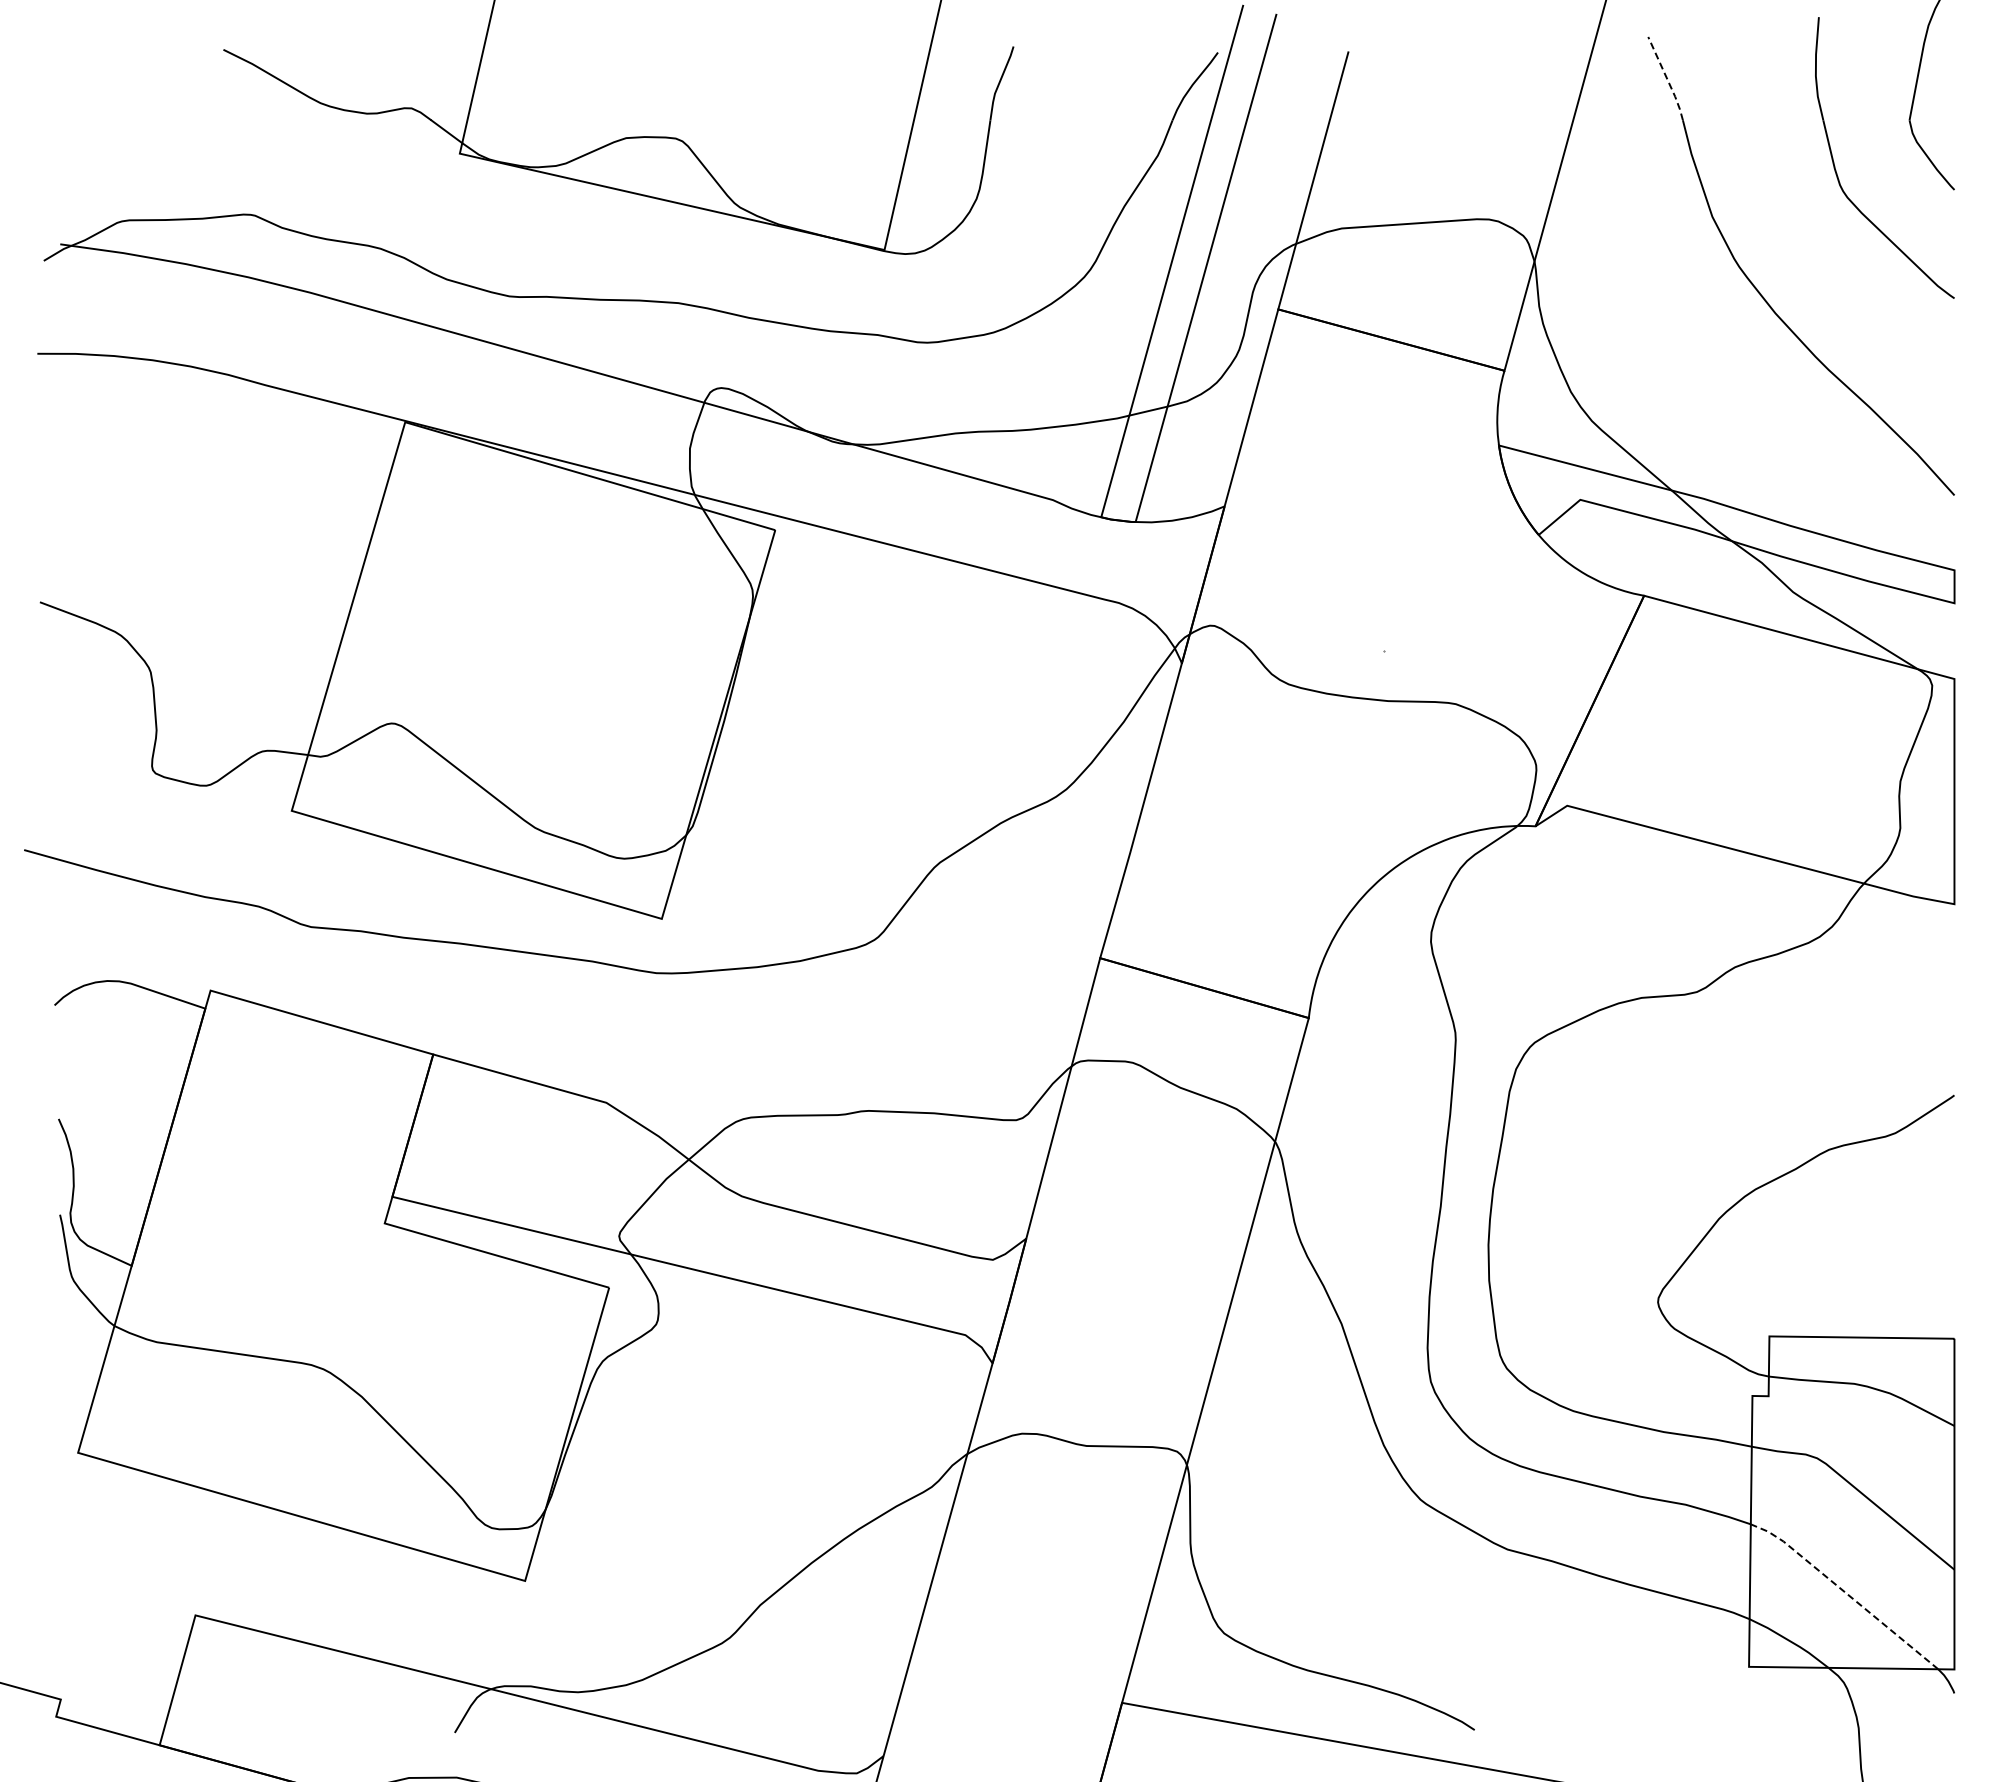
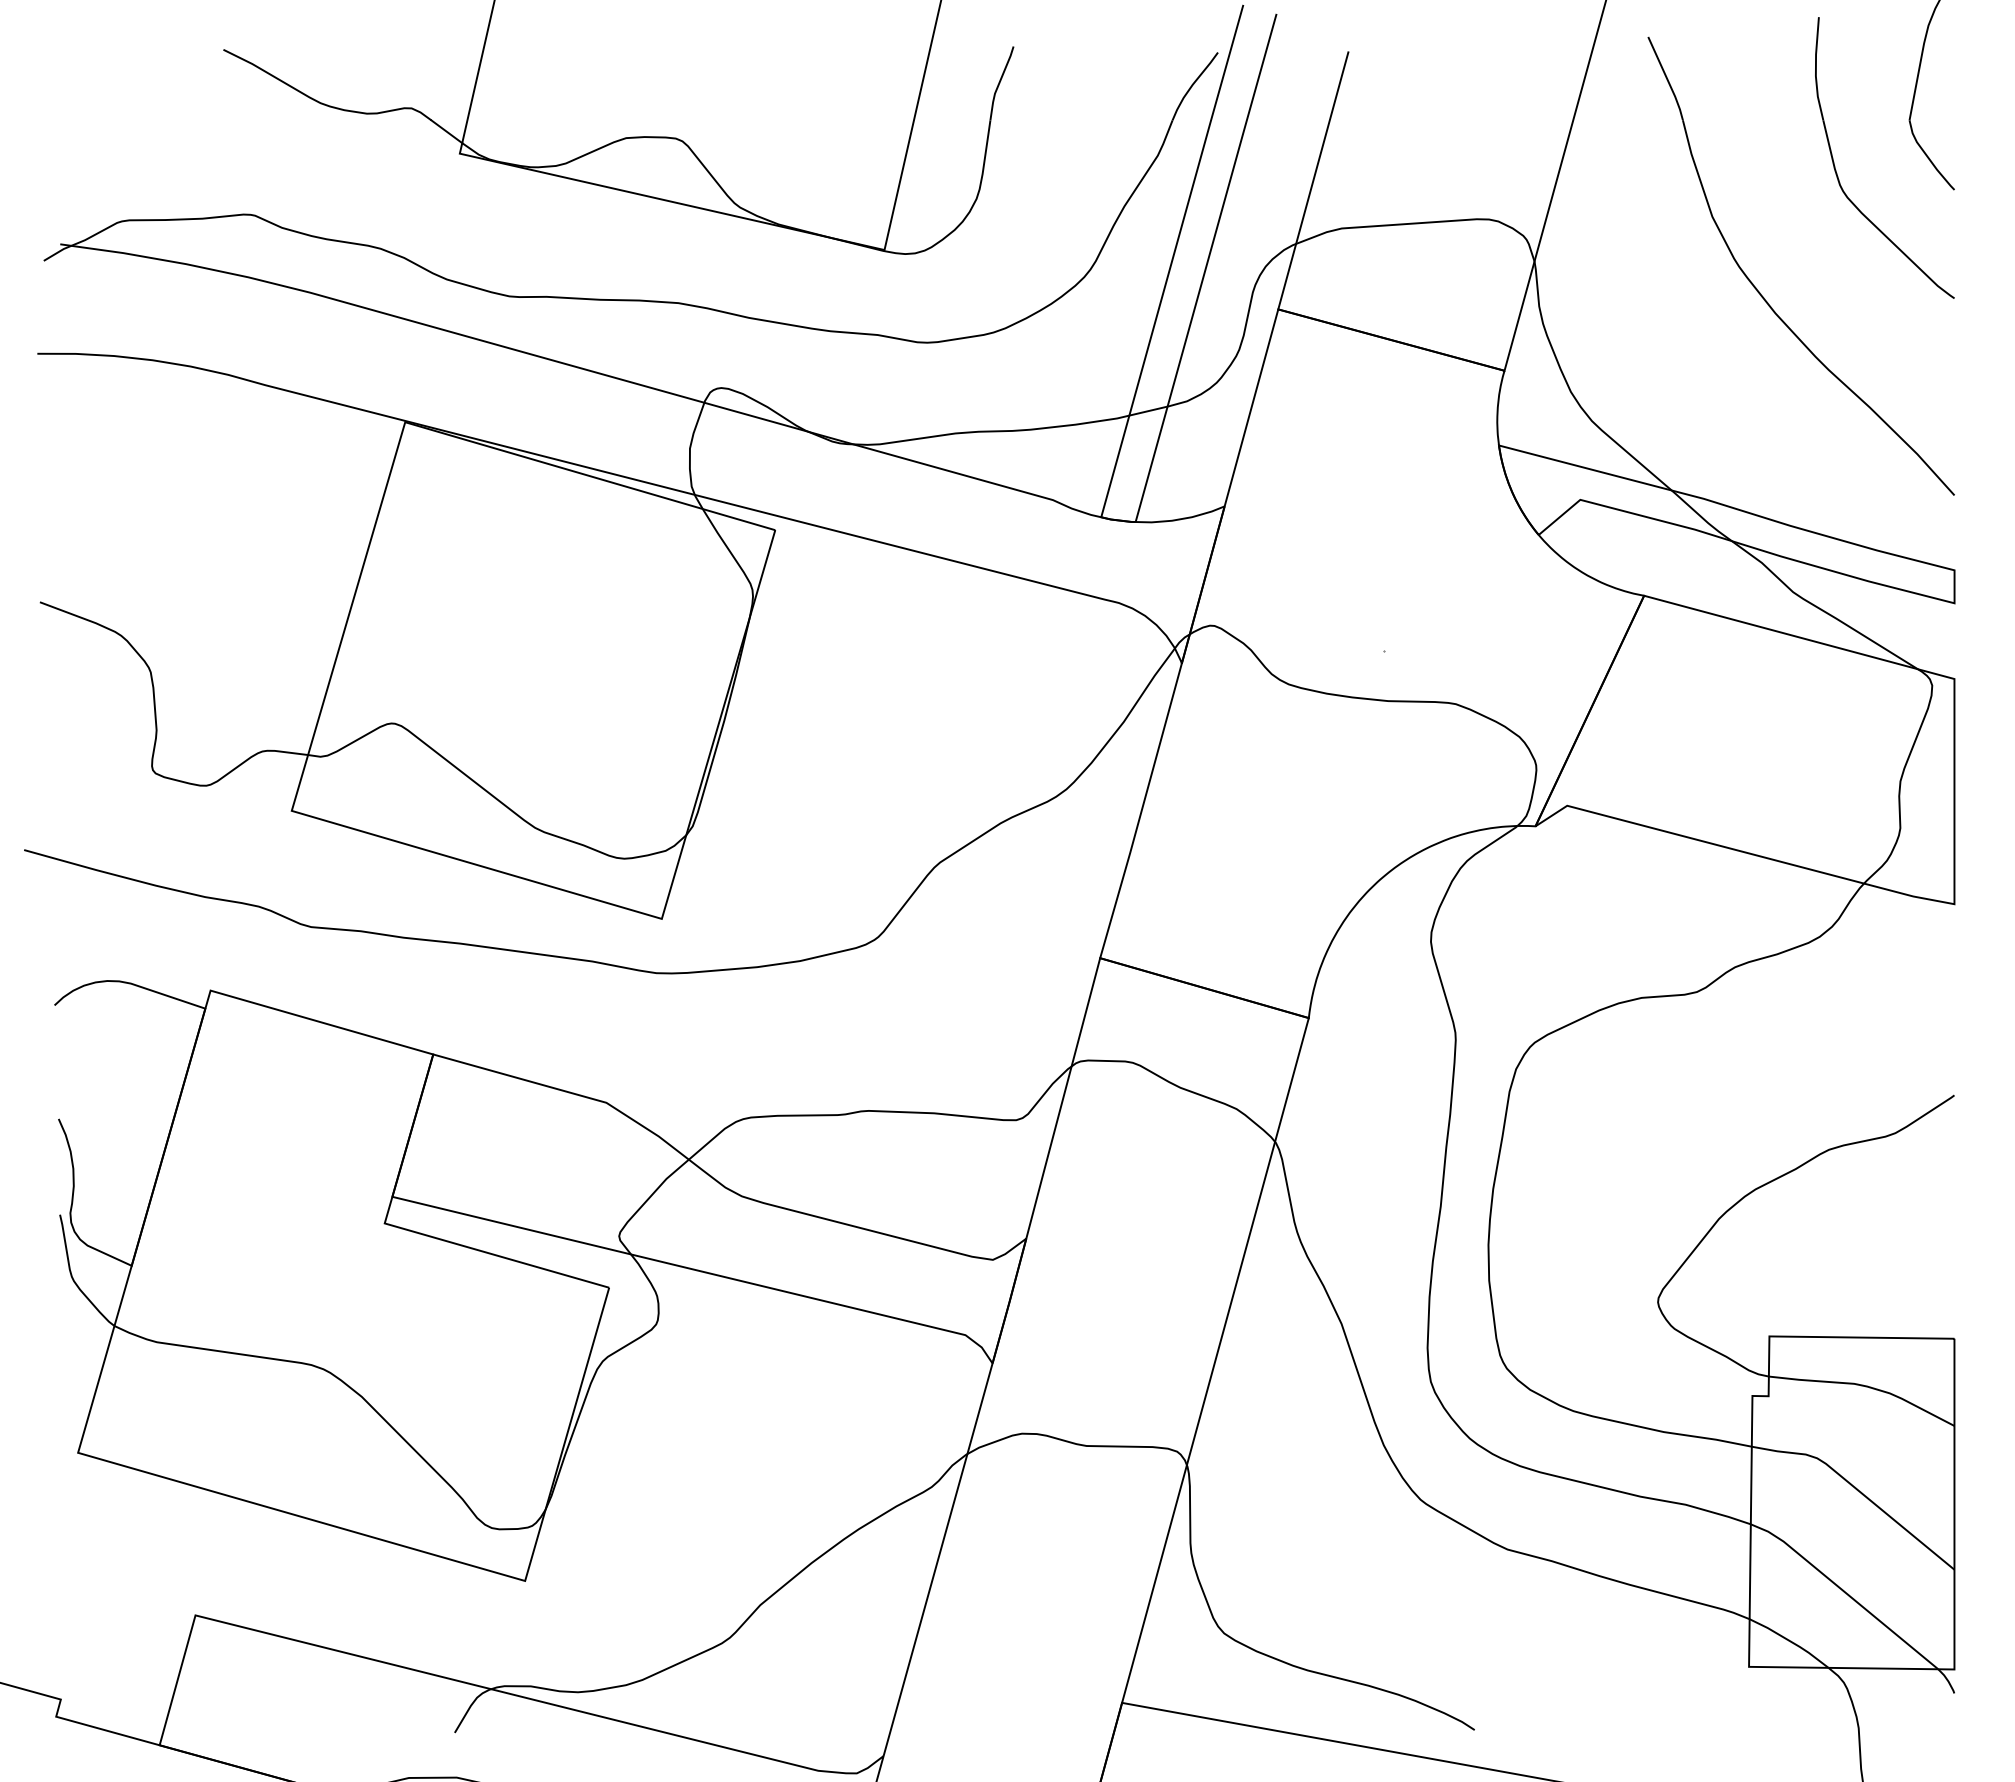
line at (1667, 79): dashed -> solid
line at (1845, 1592): dashed -> solid
